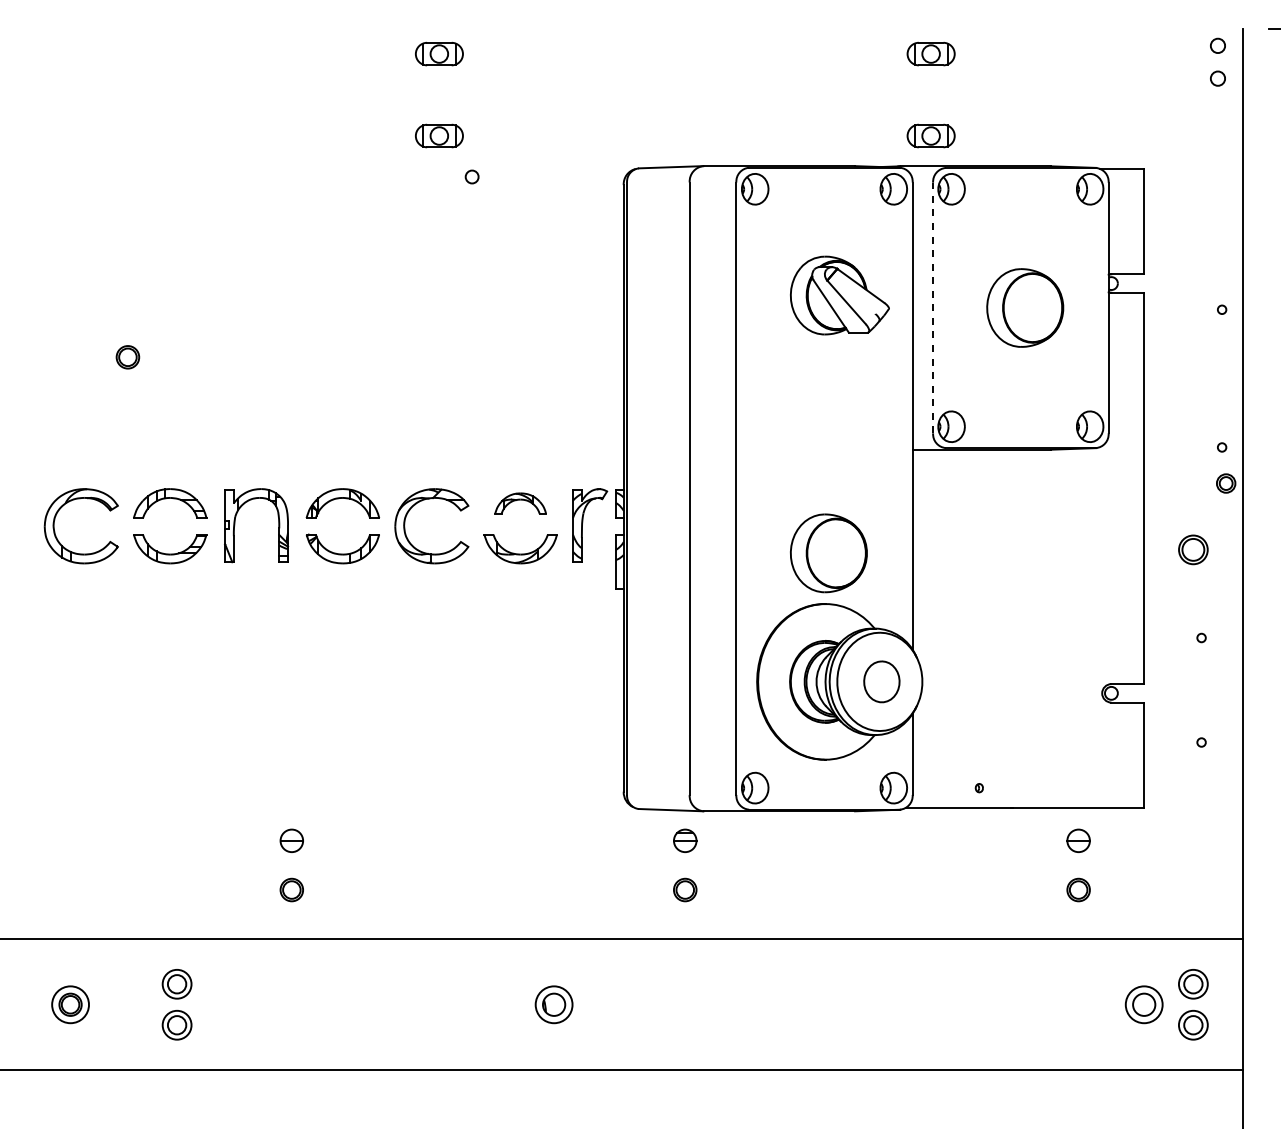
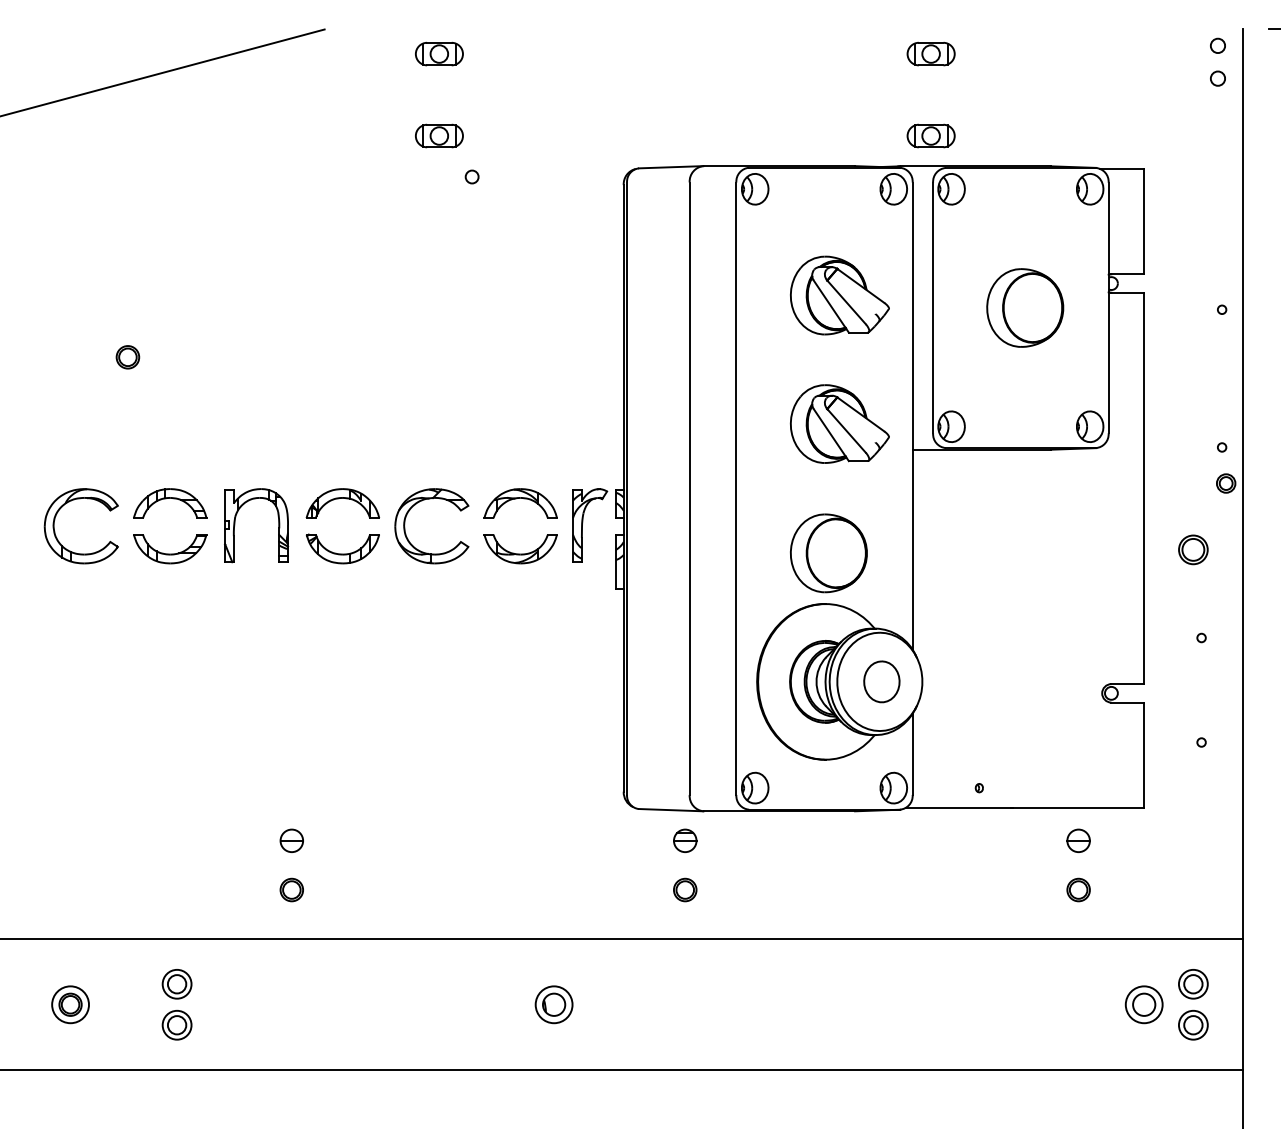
line at (163, 72): none -> present
line at (933, 307): dashed -> solid
part at (839, 423): none -> present
part at (520, 503) size: 53x23 px -> 75x31 px
